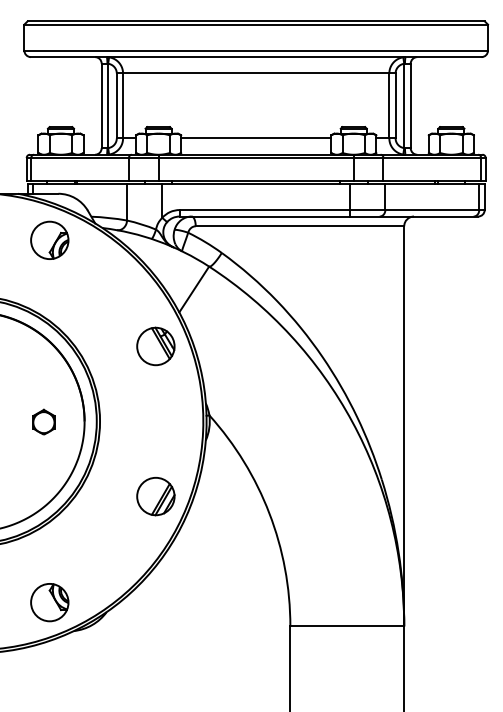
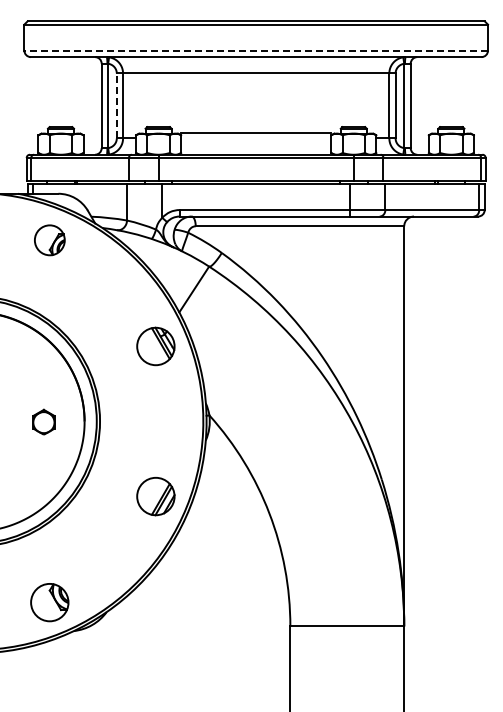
line at (256, 50): solid -> dashed
line at (116, 105): solid -> dashed
line at (256, 138) position: (256, 138) -> (256, 133)
part at (49, 239) size: 40x40 px -> 32x33 px
